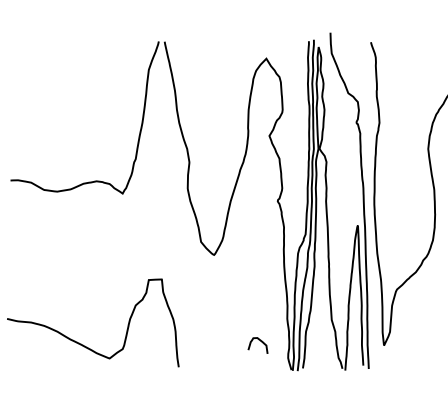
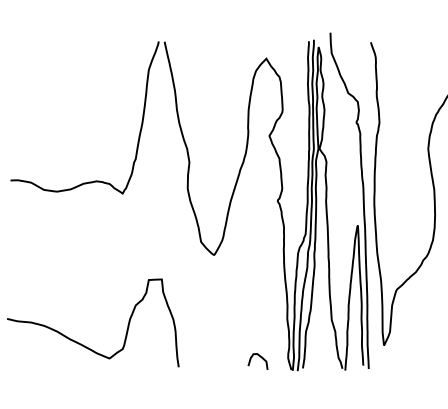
curve at (260, 341) position: (260, 341) -> (260, 357)
